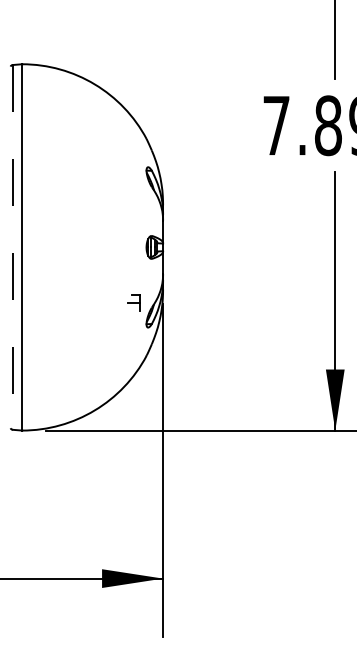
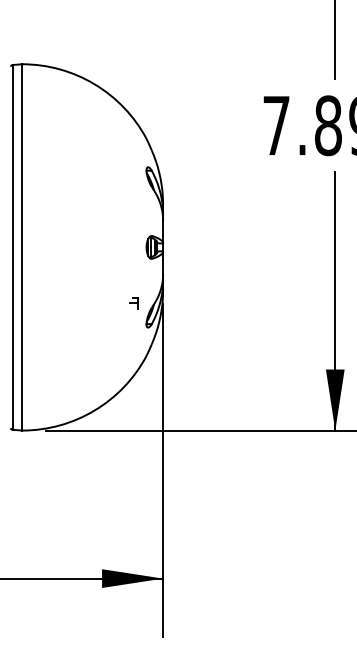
line at (12, 247): dashed -> solid
part at (133, 302) size: 14x18 px -> 10x13 px
